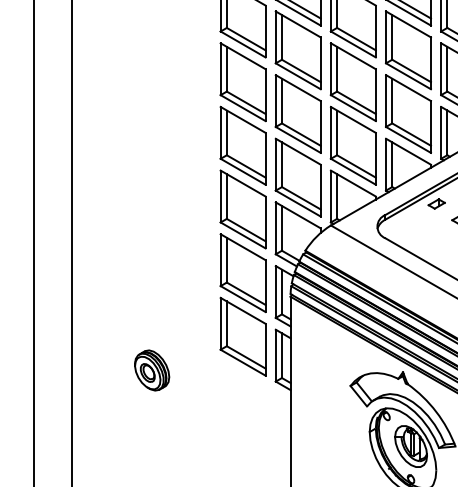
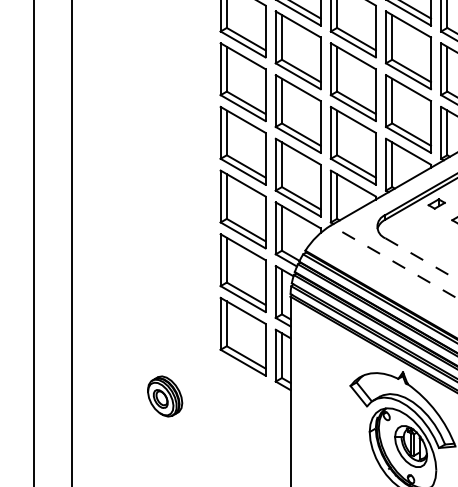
line at (421, 259): solid -> dashed
line at (394, 261): solid -> dashed
part at (152, 370) position: (152, 370) -> (165, 396)
